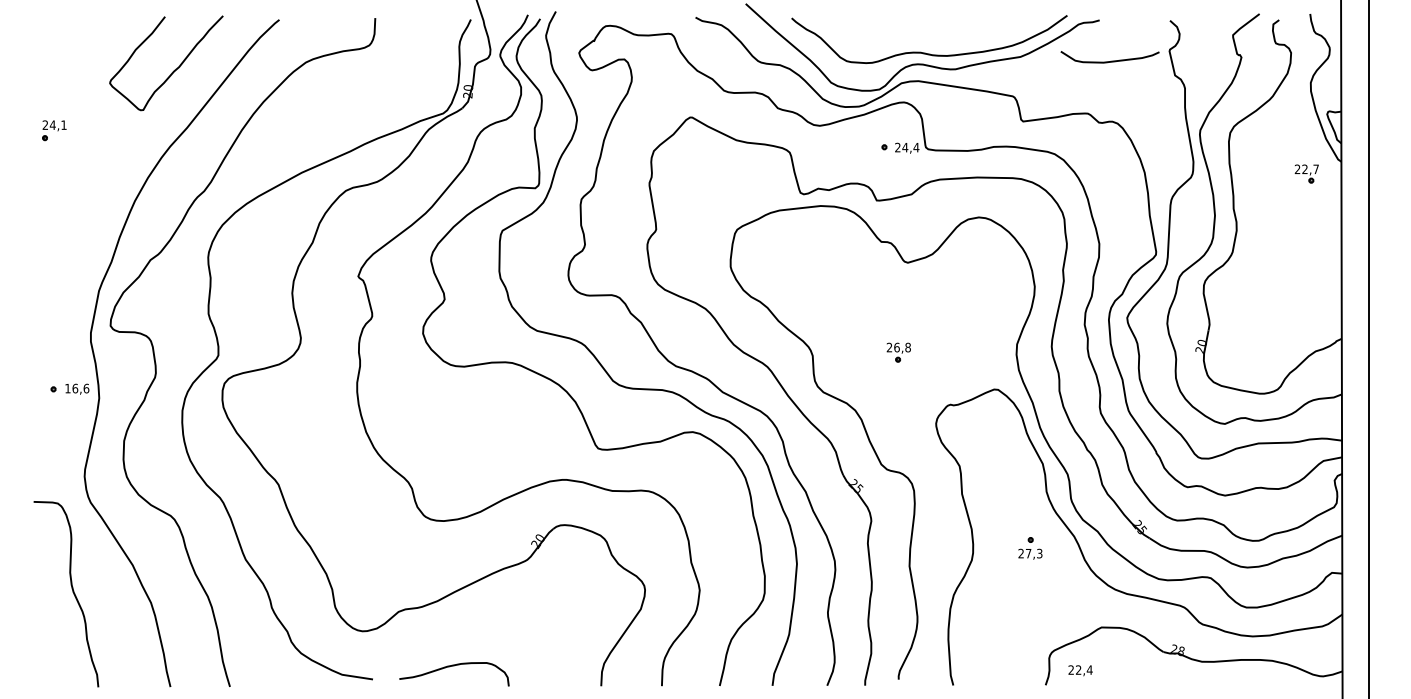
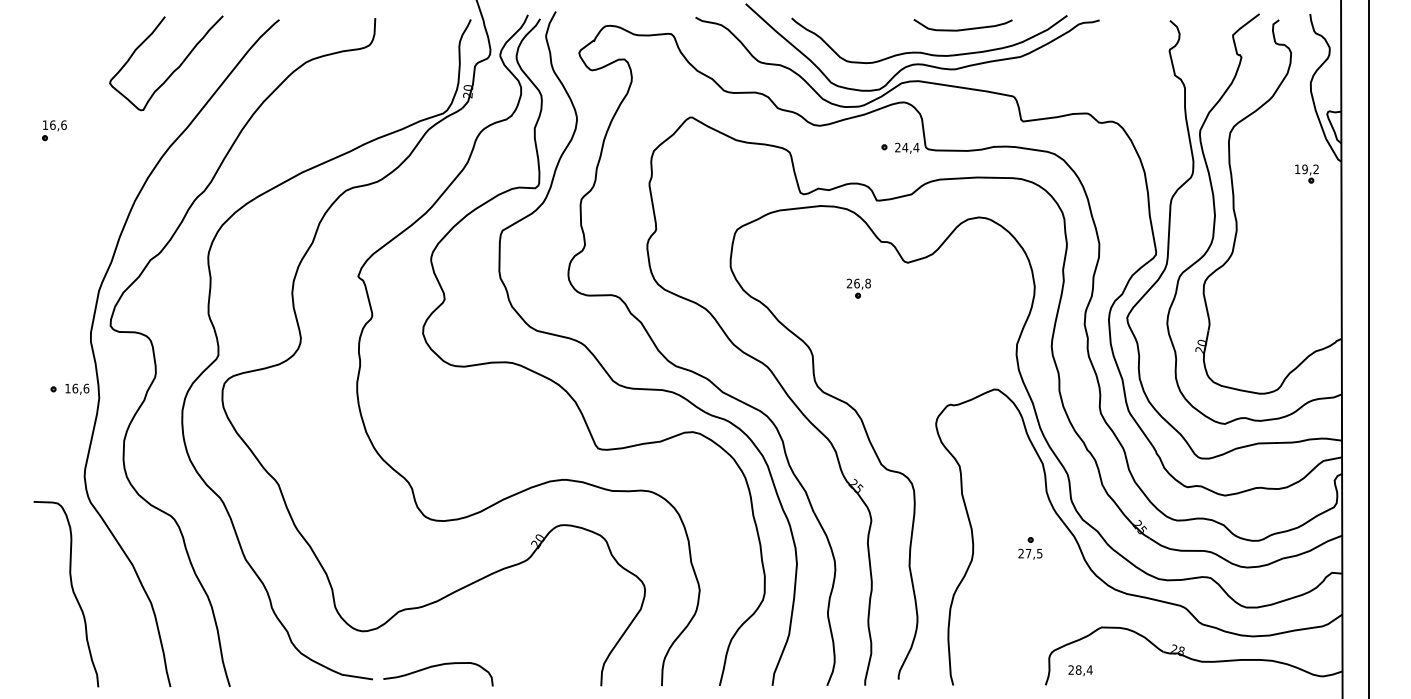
curve at (1111, 60) position: (1111, 60) -> (964, 28)
text at (54, 124): 24,1 -> 16,6
text at (1306, 169): 22,7 -> 19,2
part at (898, 352) position: (898, 352) -> (858, 288)
text at (1039, 552): 27,3 -> 27,5
curve at (454, 666) position: (454, 666) -> (438, 666)
text at (1078, 669): 22,4 -> 28,4
